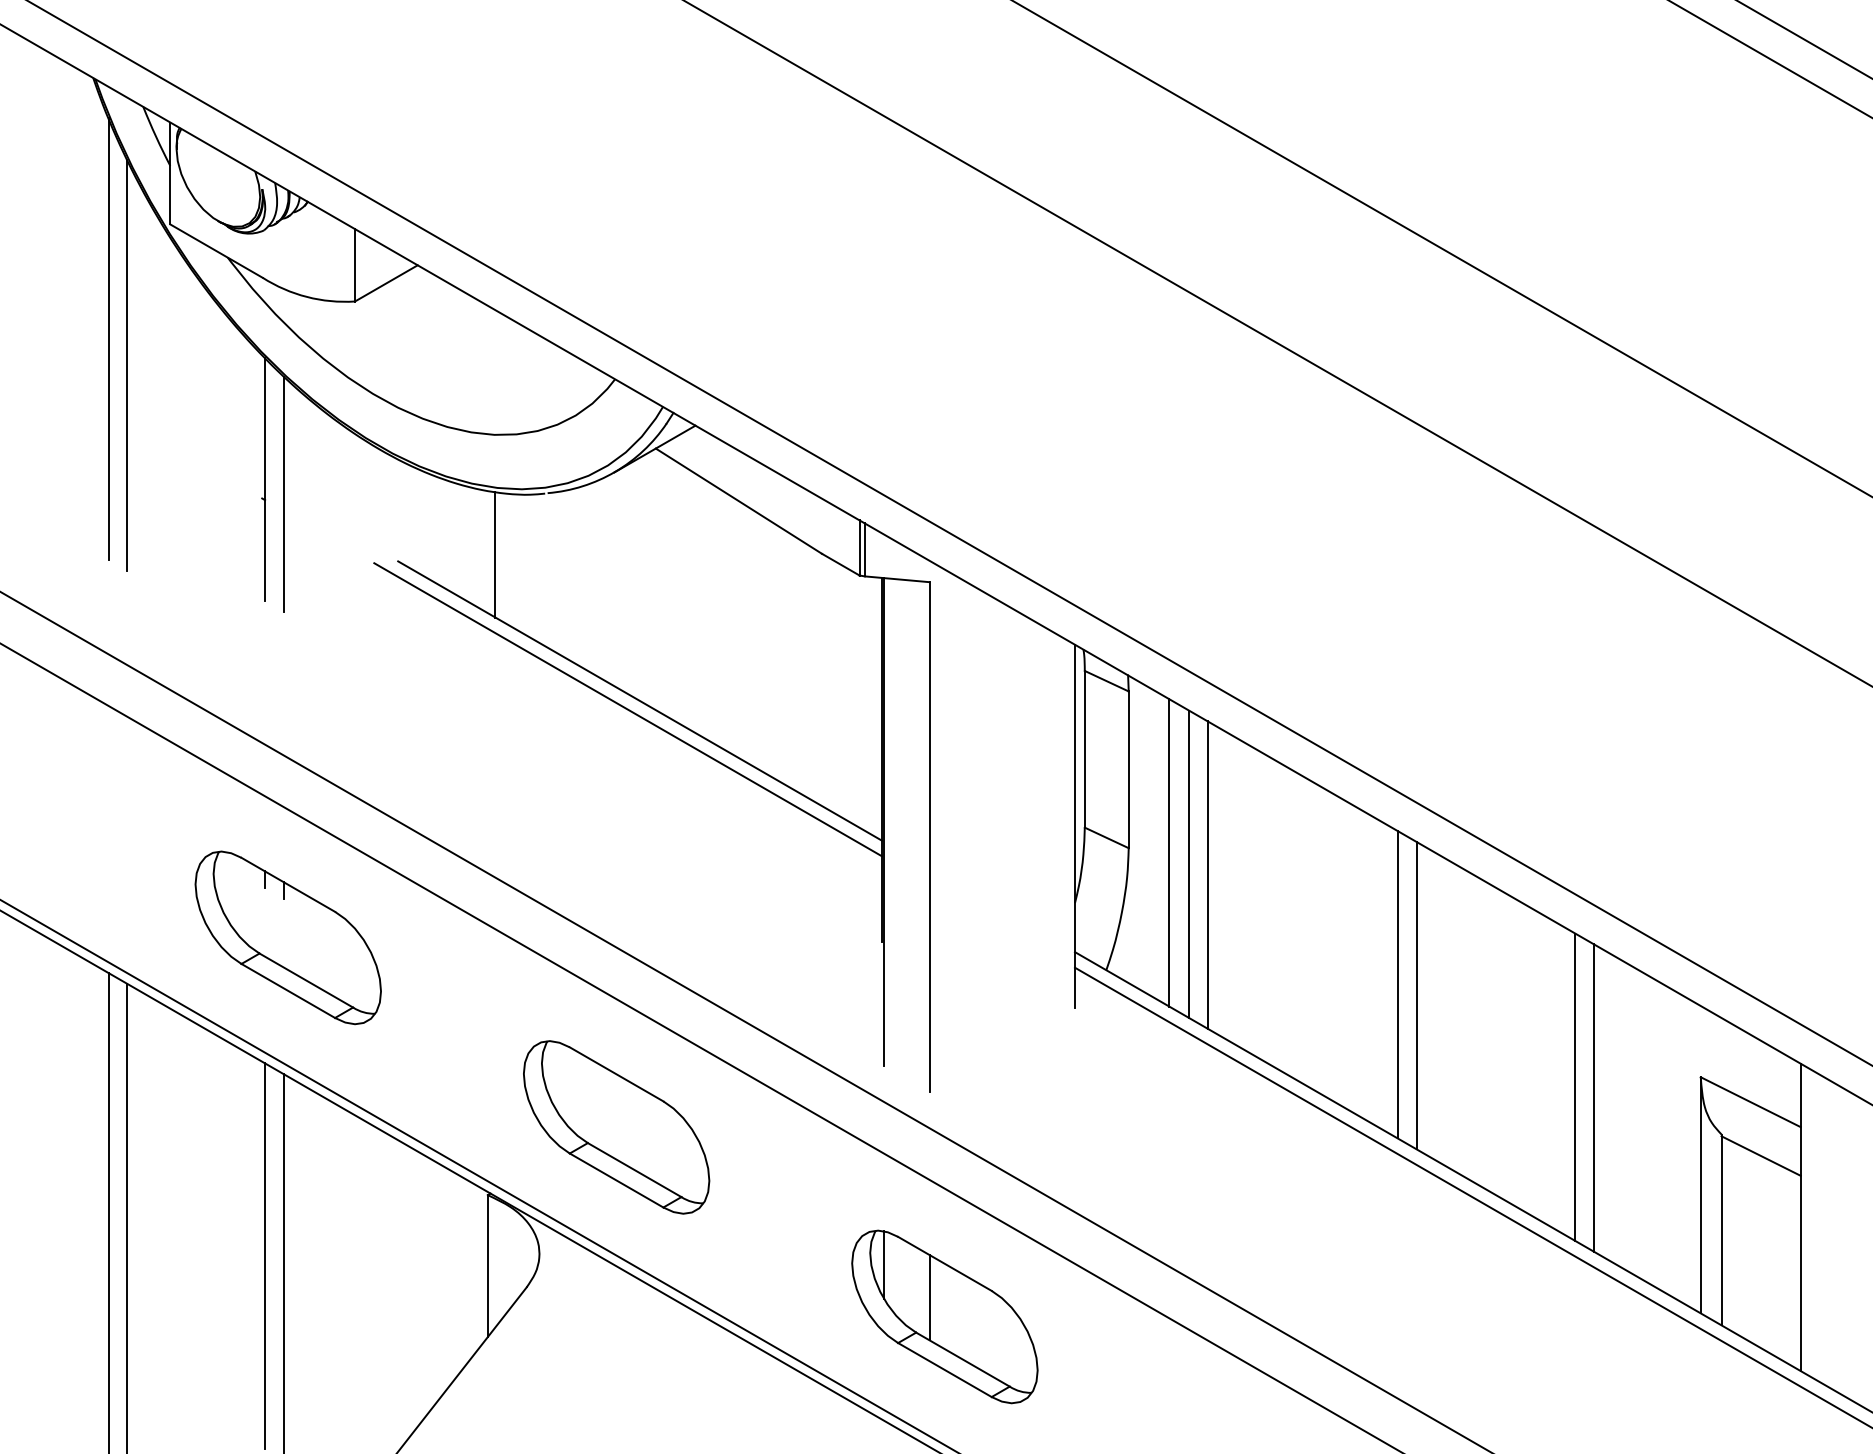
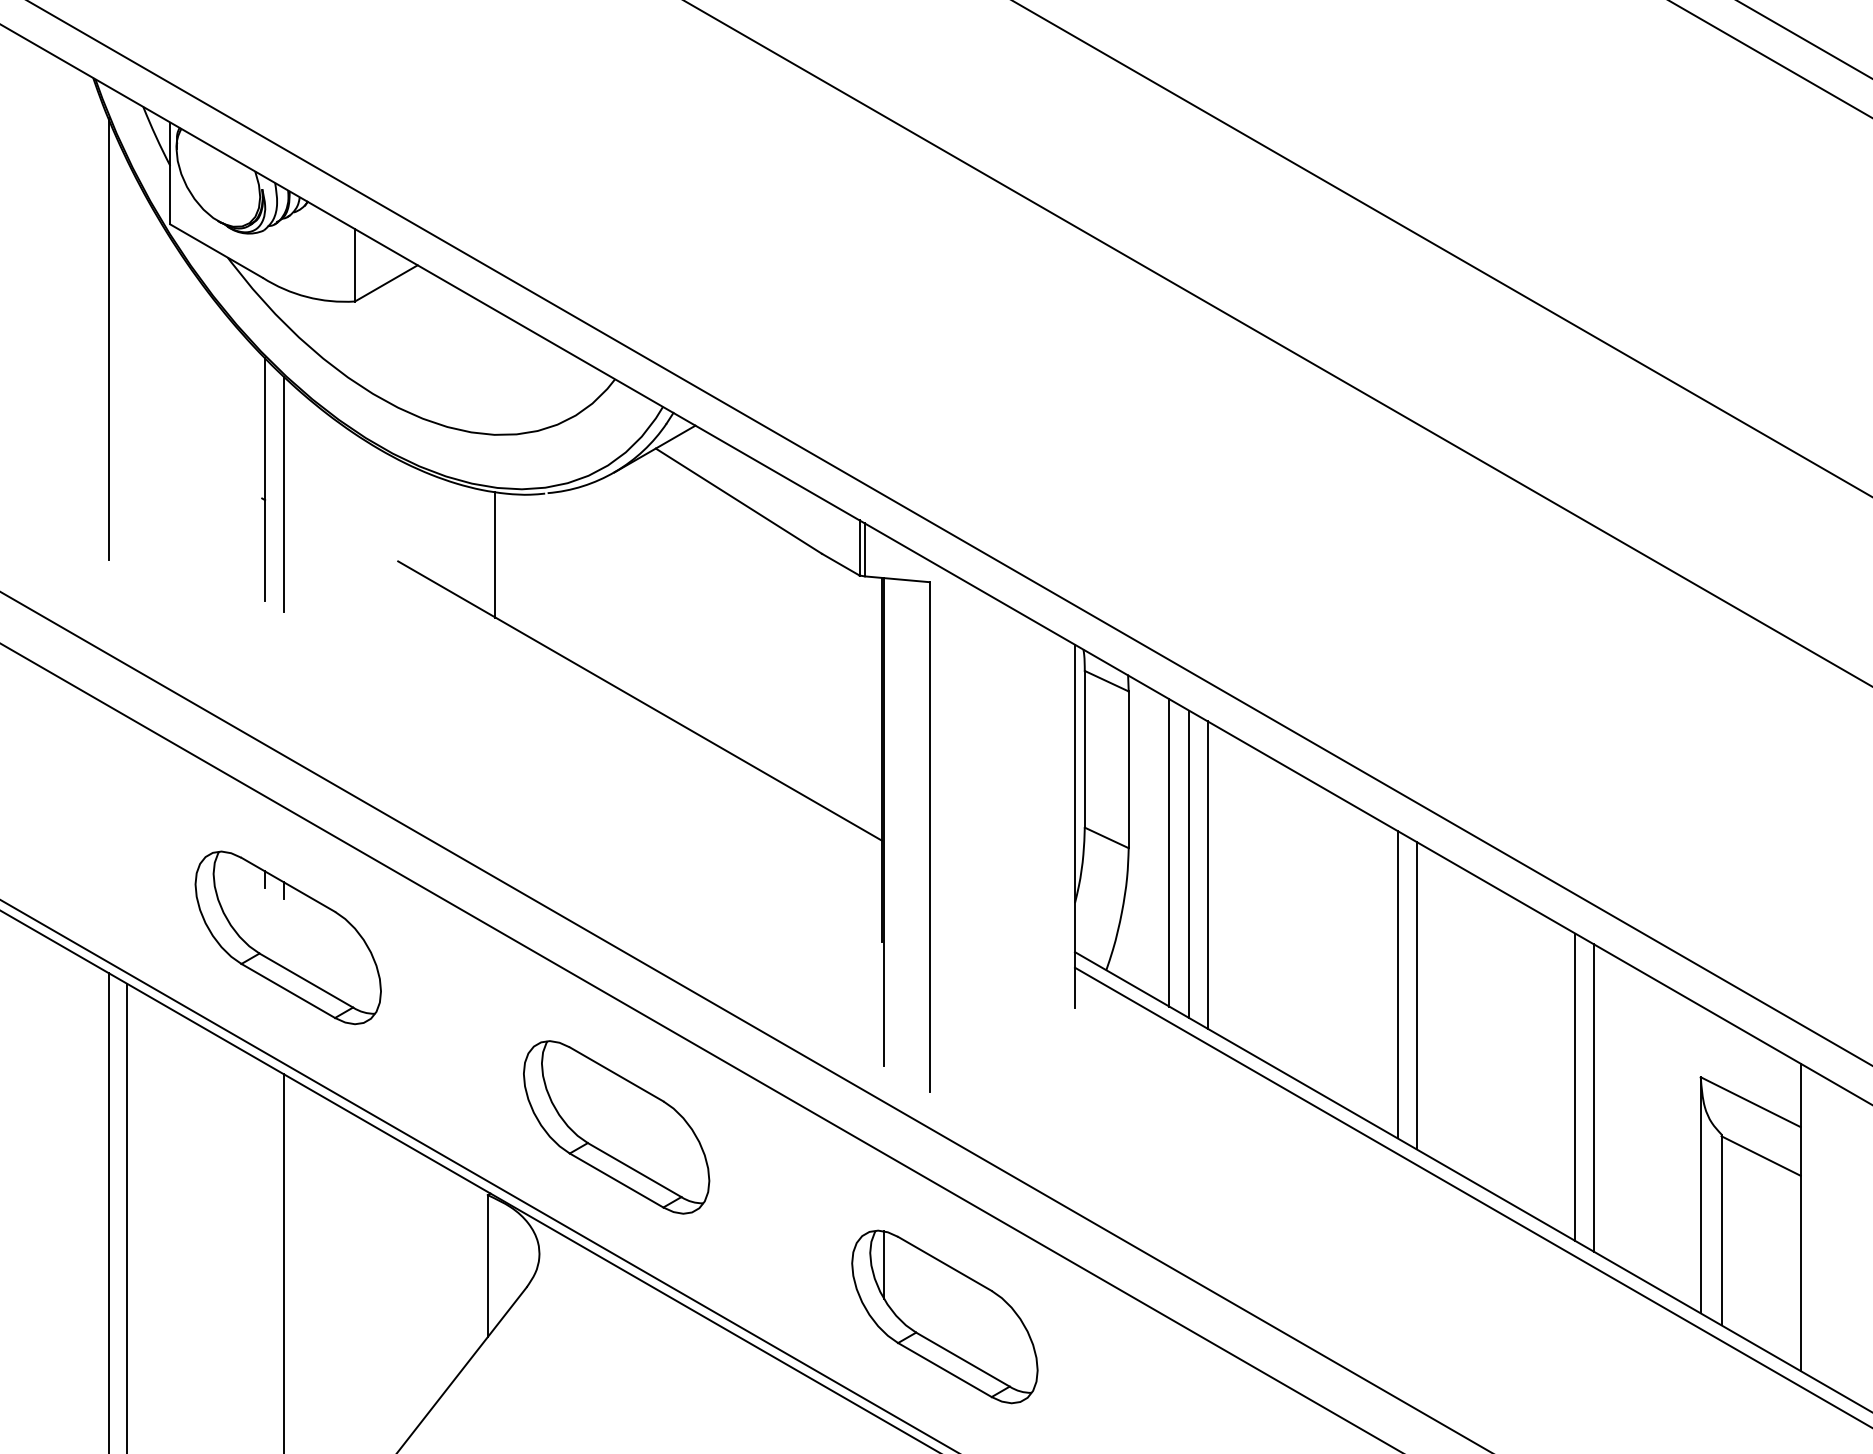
line at (127, 365): present -> none
line at (627, 709): present -> none
line at (265, 1255): present -> none
line at (929, 1297): present -> none
